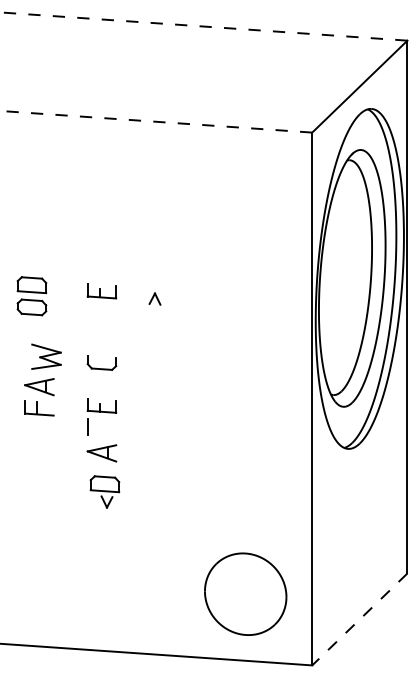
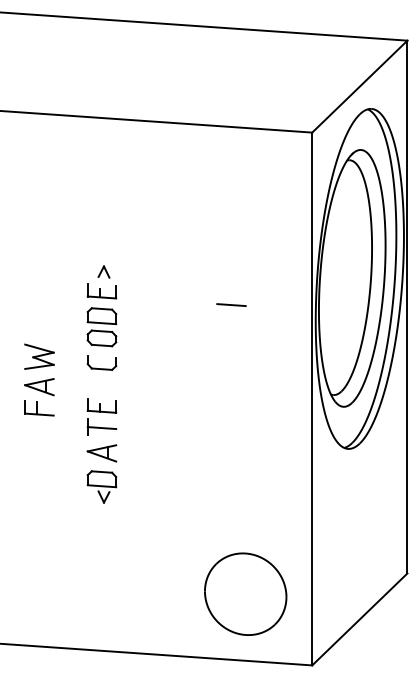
line at (204, 26): dashed -> solid
line at (155, 121): dashed -> solid
part at (31, 296) position: (31, 296) -> (101, 327)
part at (154, 298) position: (154, 298) -> (103, 271)
line at (231, 305): none -> present
part at (46, 356) position: (46, 356) -> (39, 356)
line at (101, 428): none -> present
part at (104, 491) position: (104, 491) -> (101, 486)
line at (359, 619): dashed -> solid
